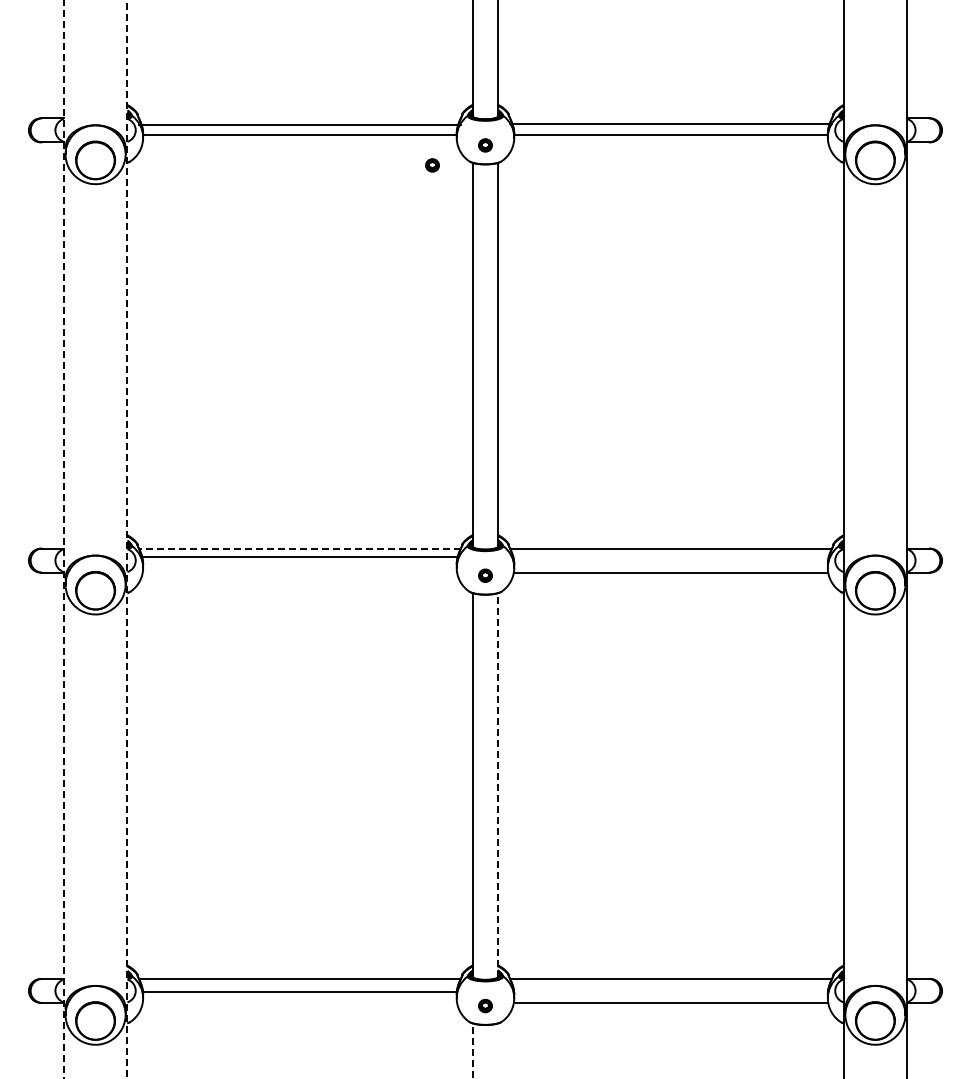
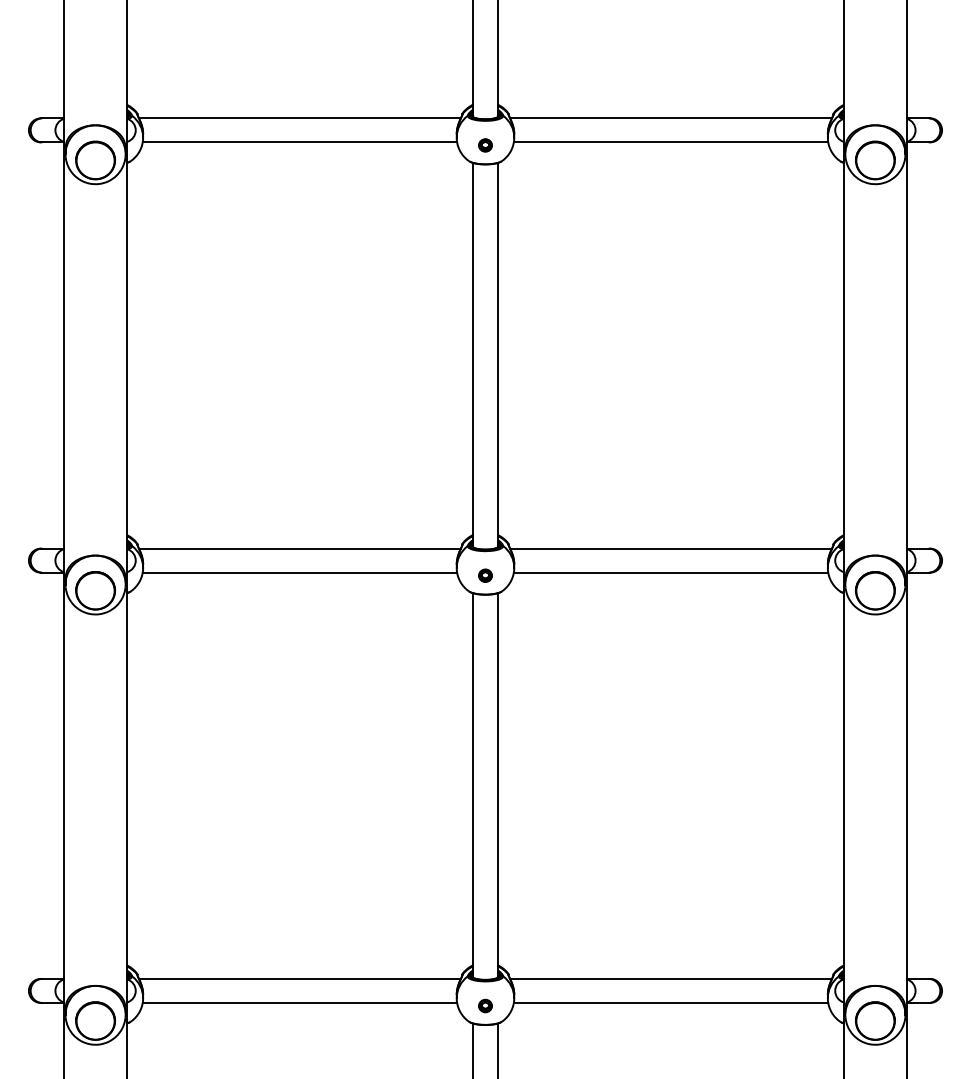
line at (671, 124) position: (671, 124) -> (671, 118)
line at (299, 125) position: (299, 125) -> (299, 118)
line at (299, 135) position: (299, 135) -> (299, 142)
line at (670, 135) position: (670, 135) -> (670, 142)
part at (432, 165): present -> none
line at (127, 539): dashed -> solid
line at (63, 540): dashed -> solid
line at (299, 548): dashed -> solid
line at (299, 556) position: (299, 556) -> (299, 572)
line at (497, 785): dashed -> solid
line at (299, 991) position: (299, 991) -> (299, 1002)
line at (497, 1049): none -> present
line at (473, 1050): dashed -> solid
